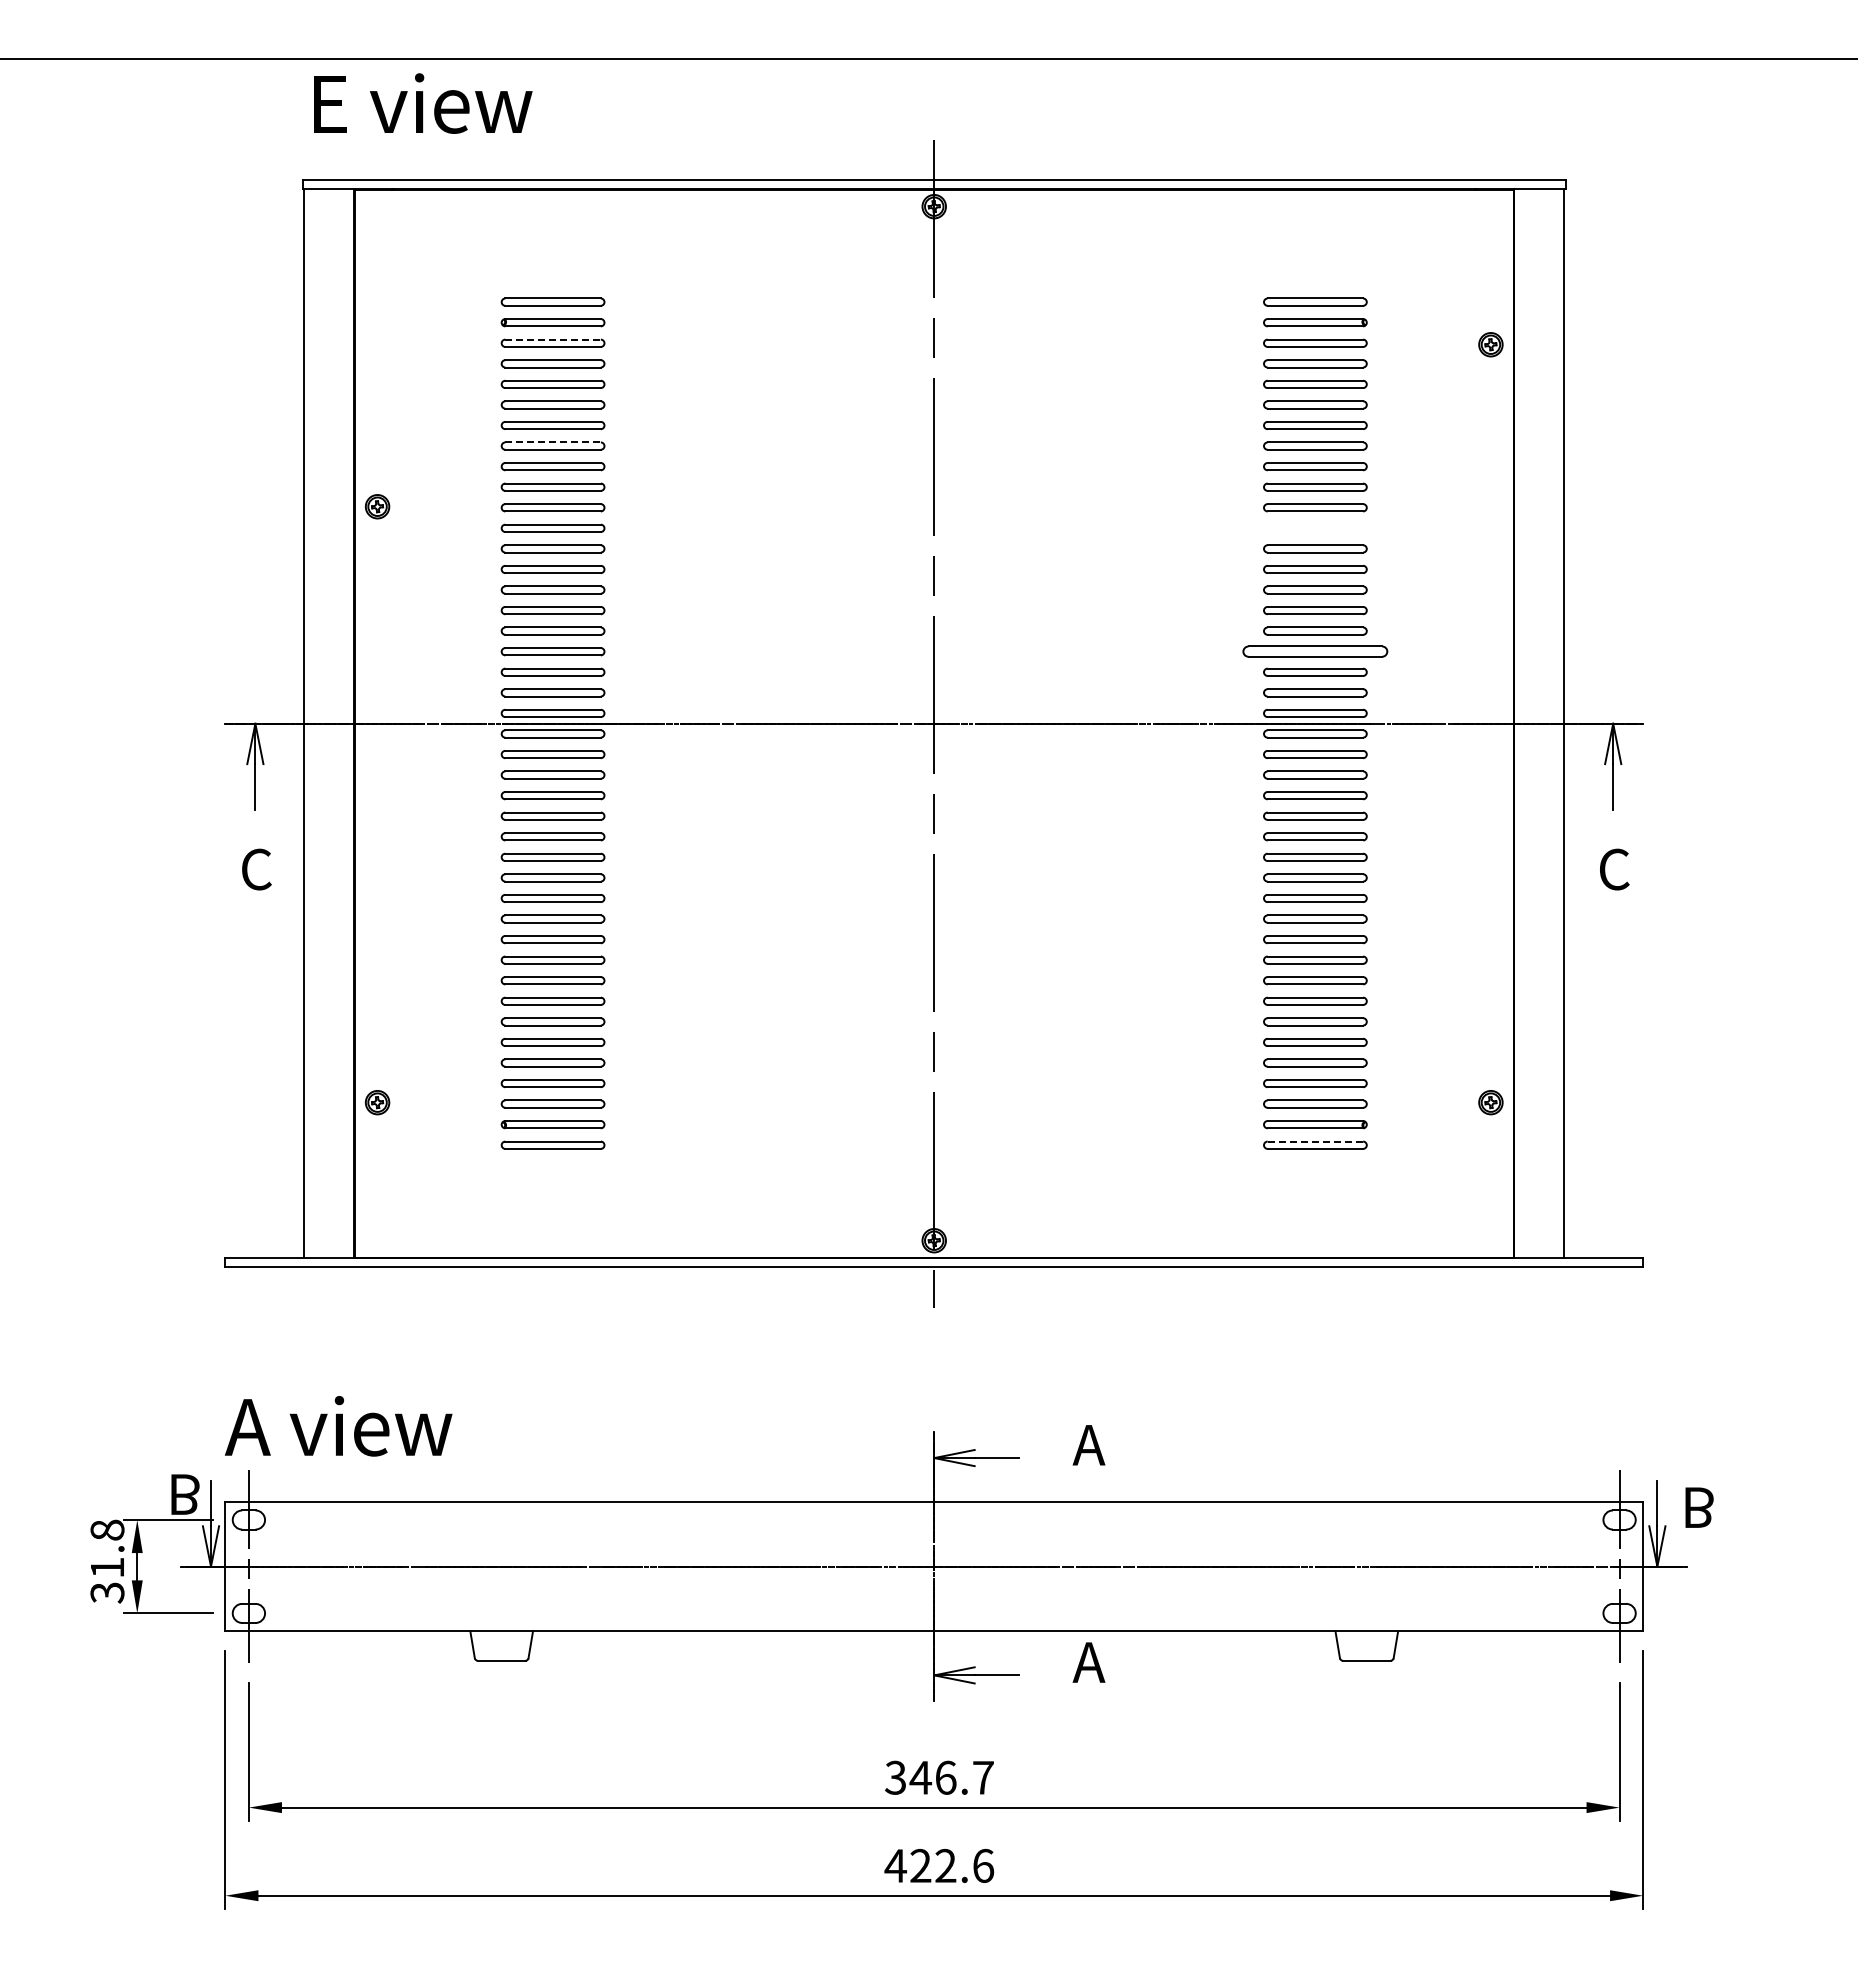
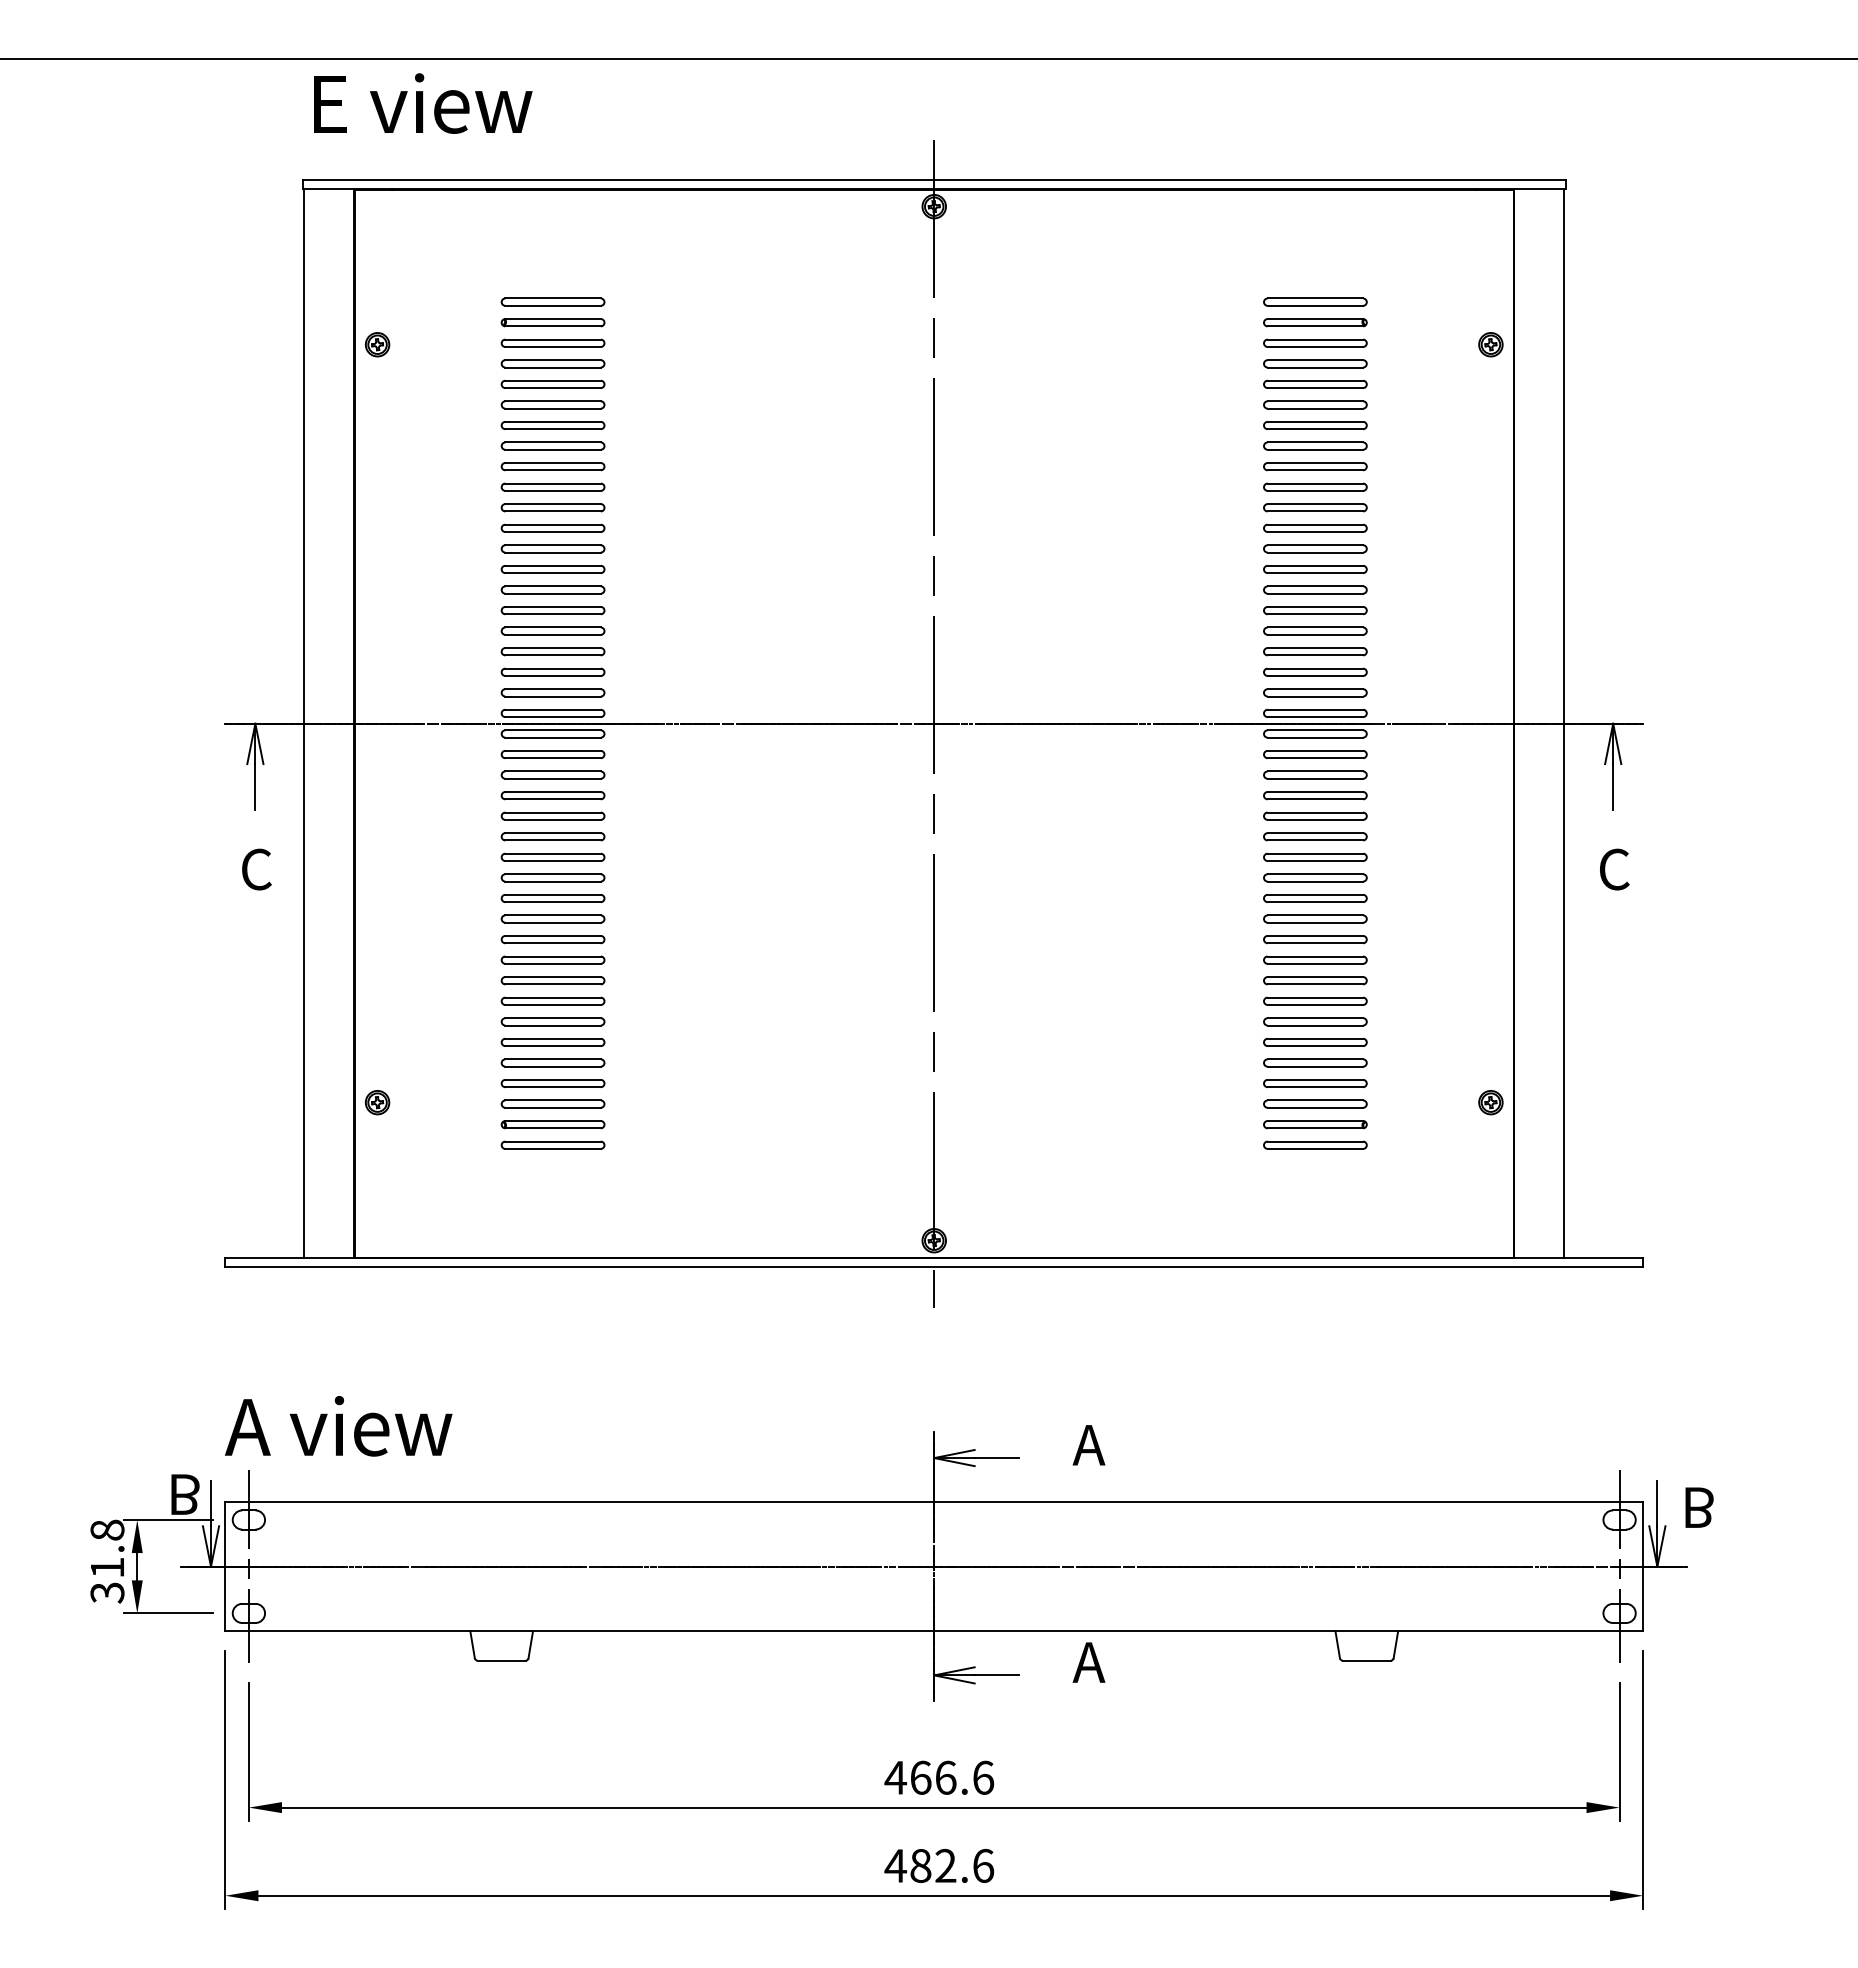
line at (553, 339): dashed -> solid
line at (553, 442): dashed -> solid
part at (377, 506) position: (377, 506) -> (377, 344)
part at (1315, 527): none -> present
part at (1315, 651) size: 147x13 px -> 105x10 px
line at (1315, 1141): dashed -> solid
text at (939, 1777): 346.7 -> 466.6
text at (920, 1865): 422.6 -> 482.6
